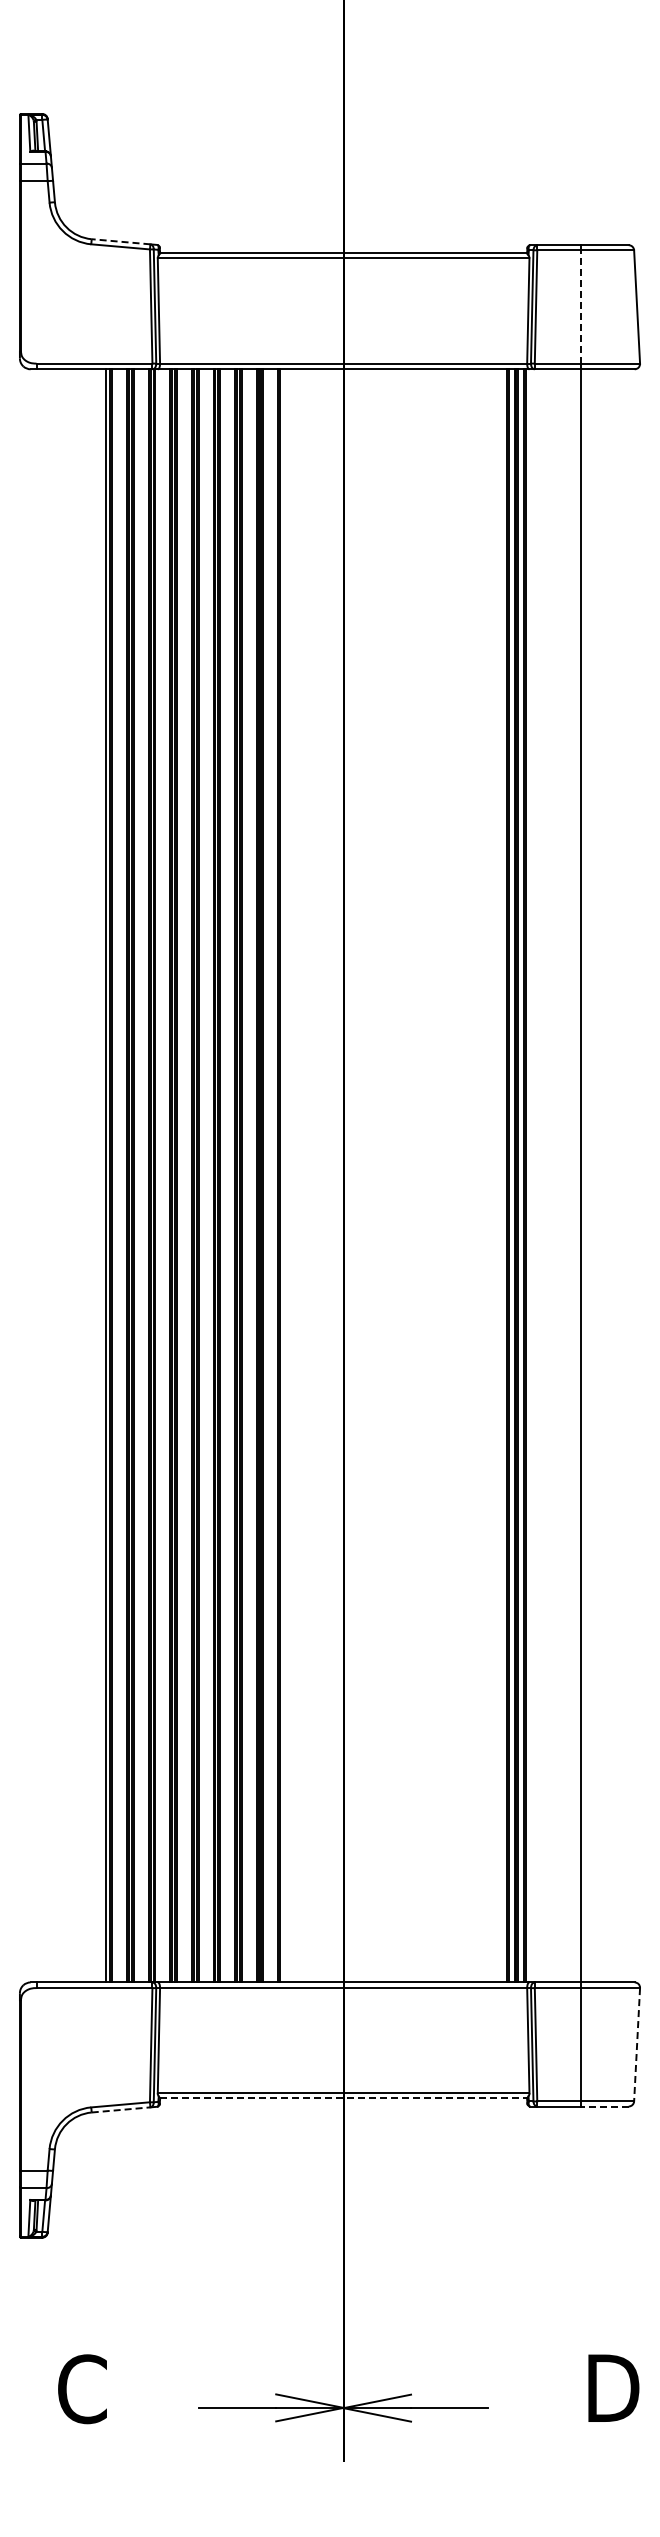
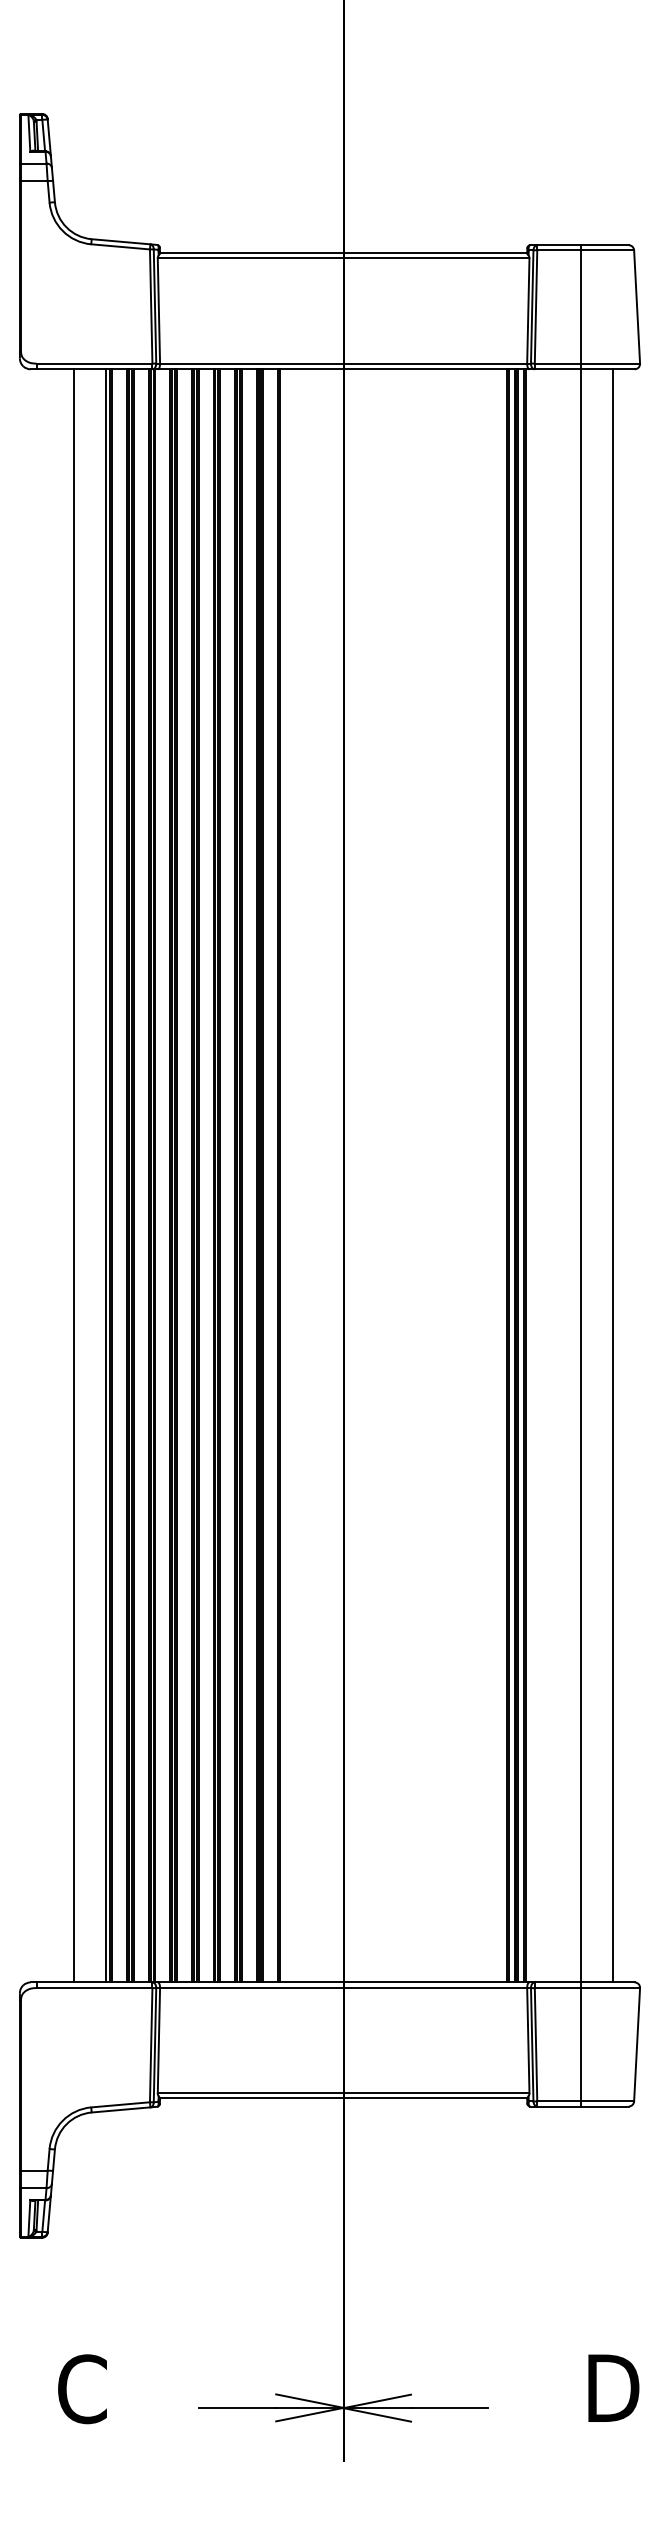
line at (120, 241): dashed -> solid
line at (581, 306): dashed -> solid
line at (73, 1175): none -> present
line at (613, 1175): none -> present
line at (637, 2044): dashed -> solid
line at (344, 2098): dashed -> solid
line at (604, 2106): dashed -> solid
line at (121, 2109): dashed -> solid
